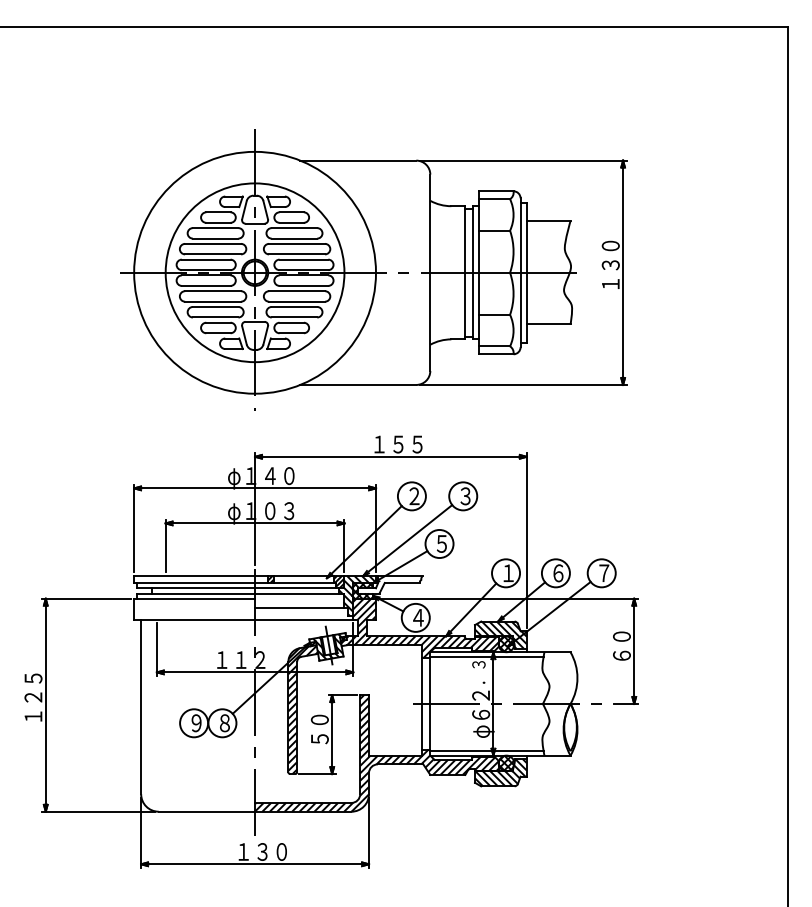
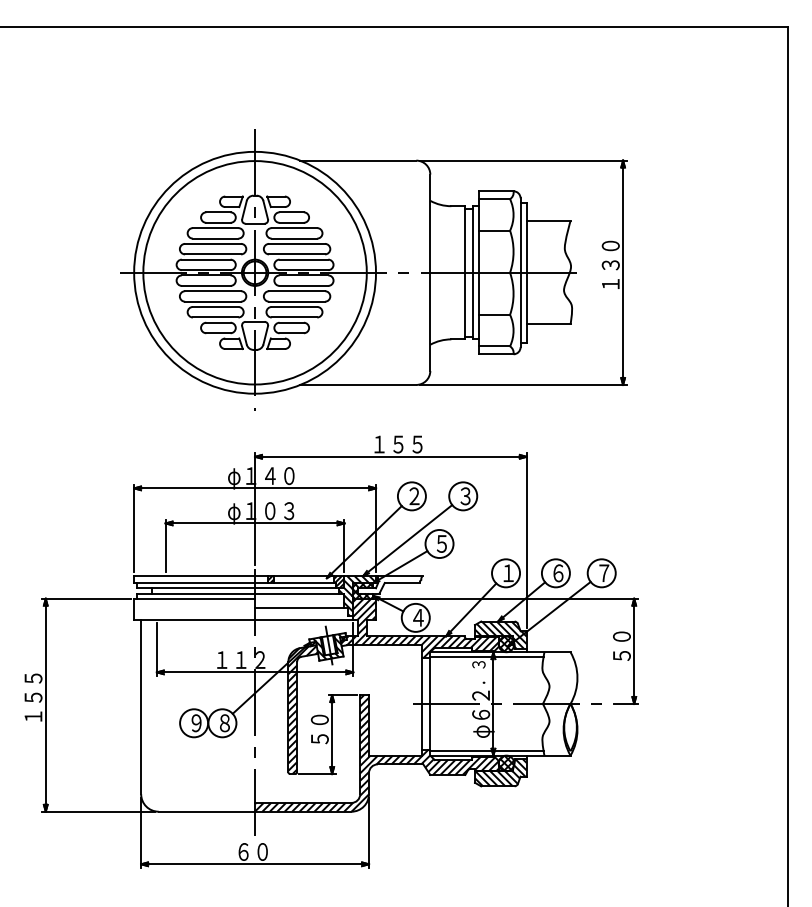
circle at (254, 272) diameter: 179 px -> 223 px
text at (621, 655): ６０ -> ５０
text at (33, 697): １２５ -> １５５
text at (262, 851): １３０ -> ６０
